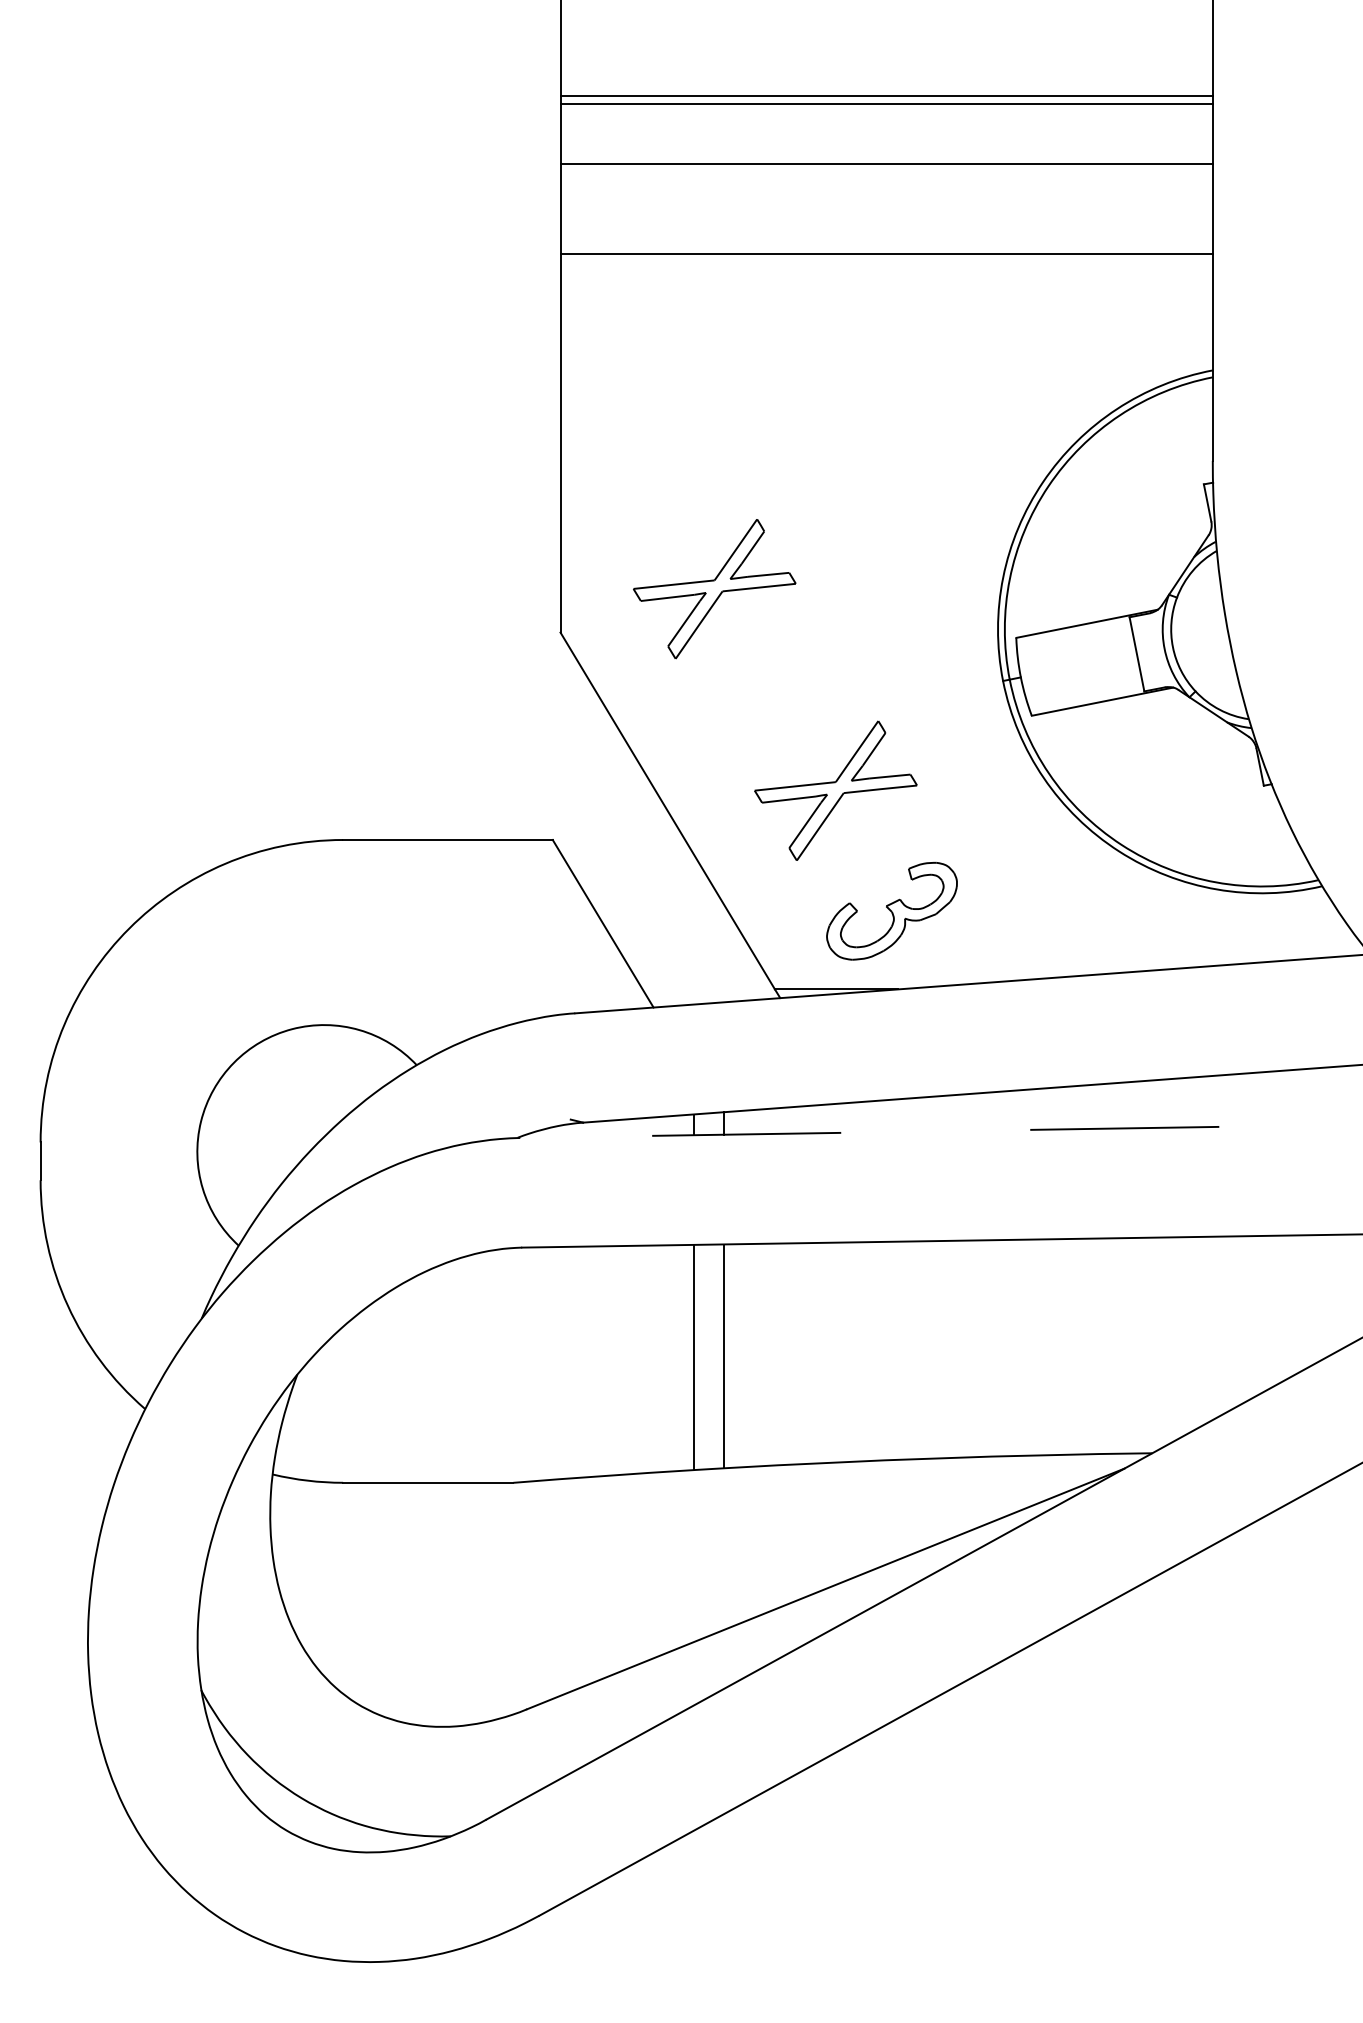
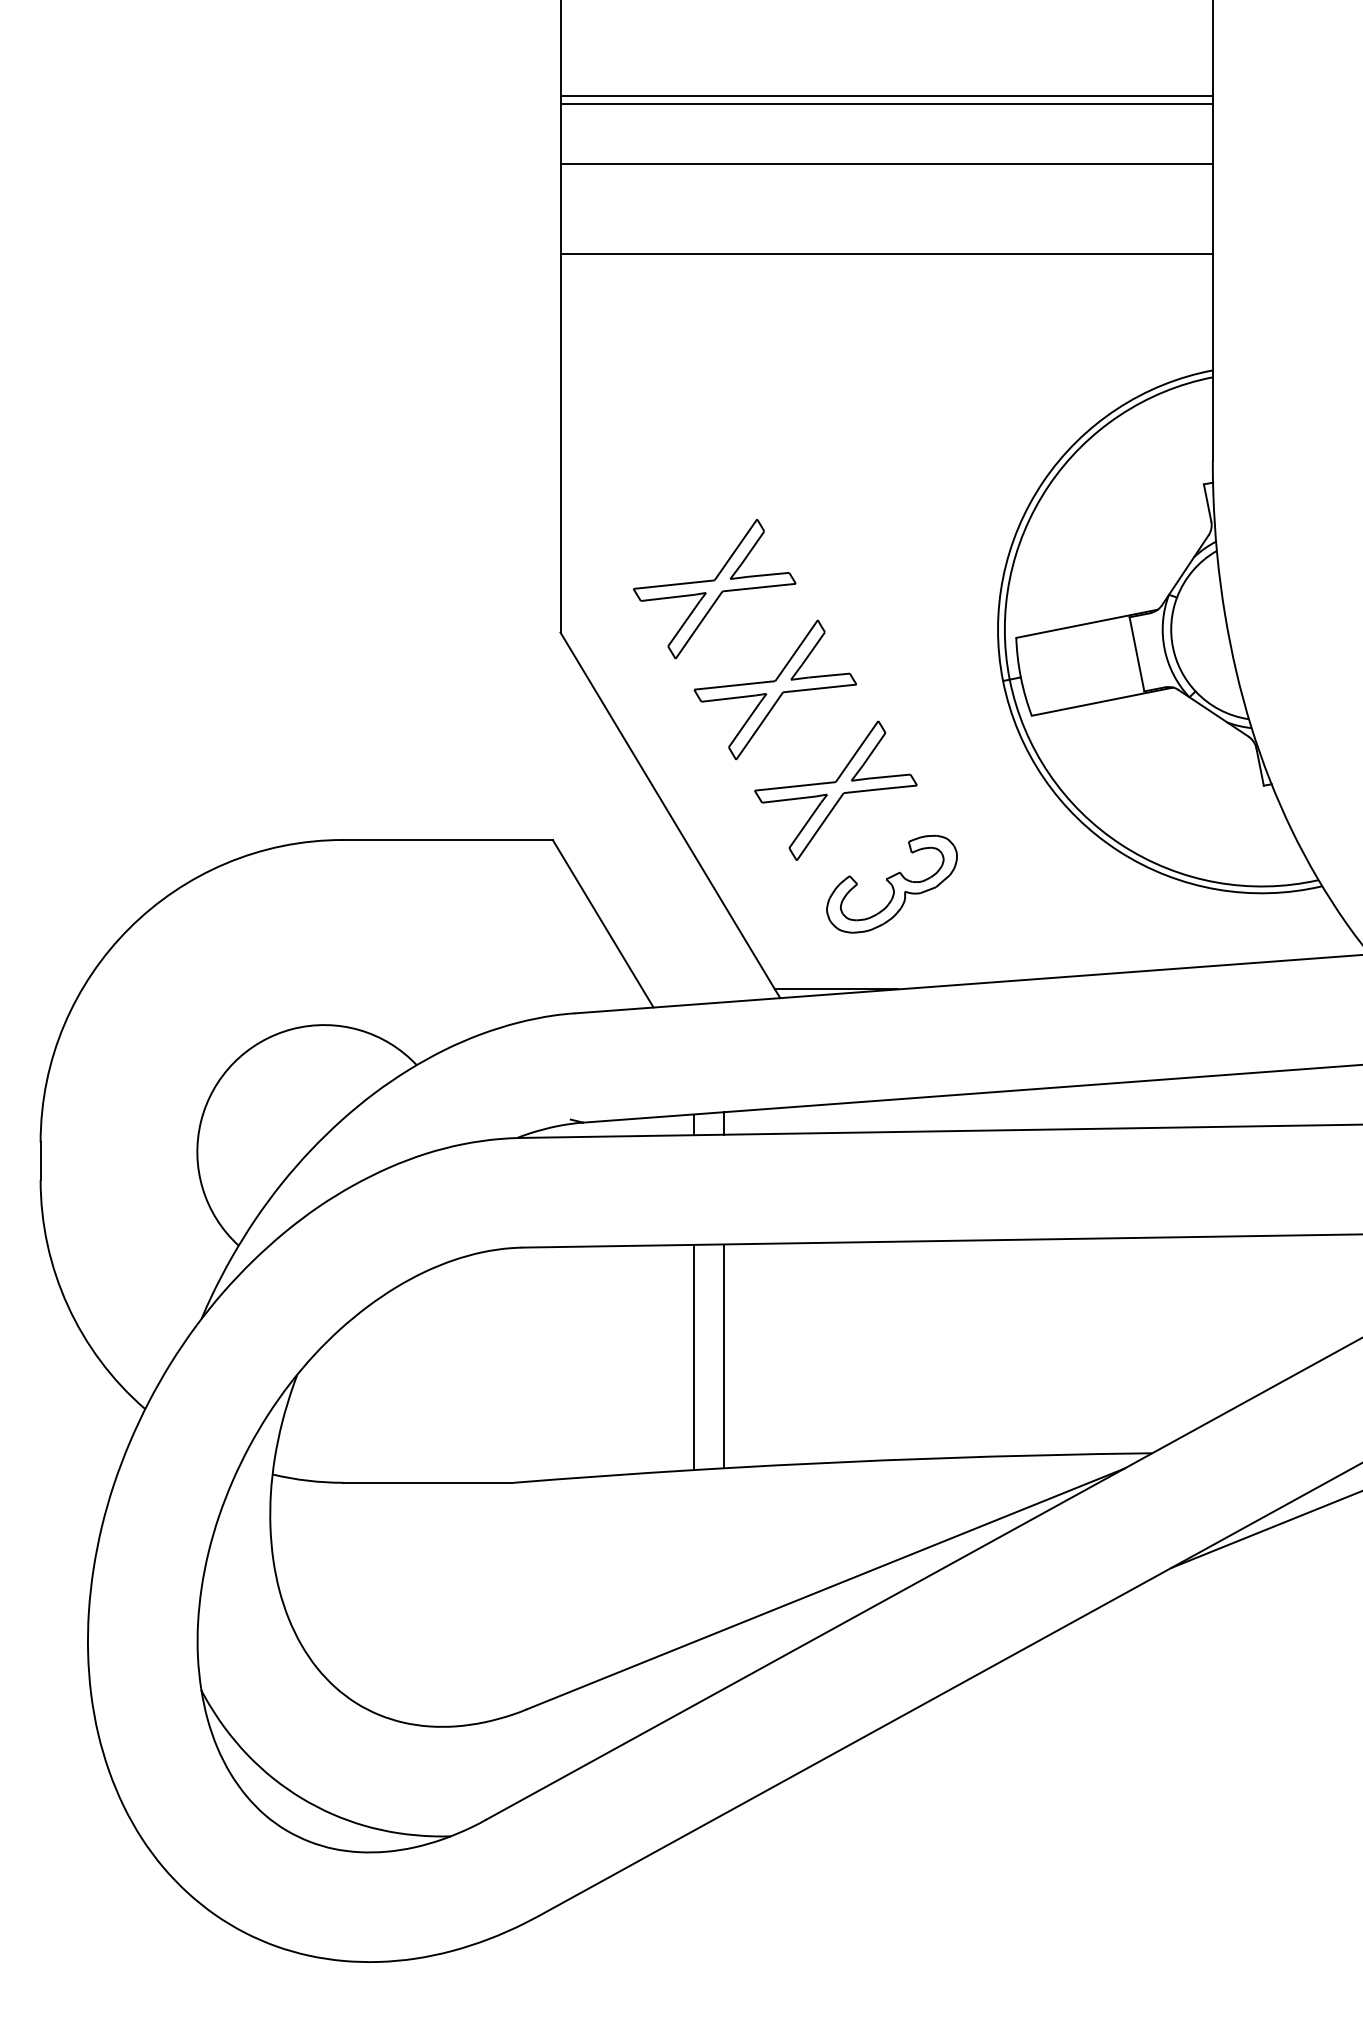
part at (774, 689): none -> present
part at (891, 910) position: (891, 910) -> (891, 883)
line at (940, 1131): dashed -> solid
line at (1265, 1529): none -> present
